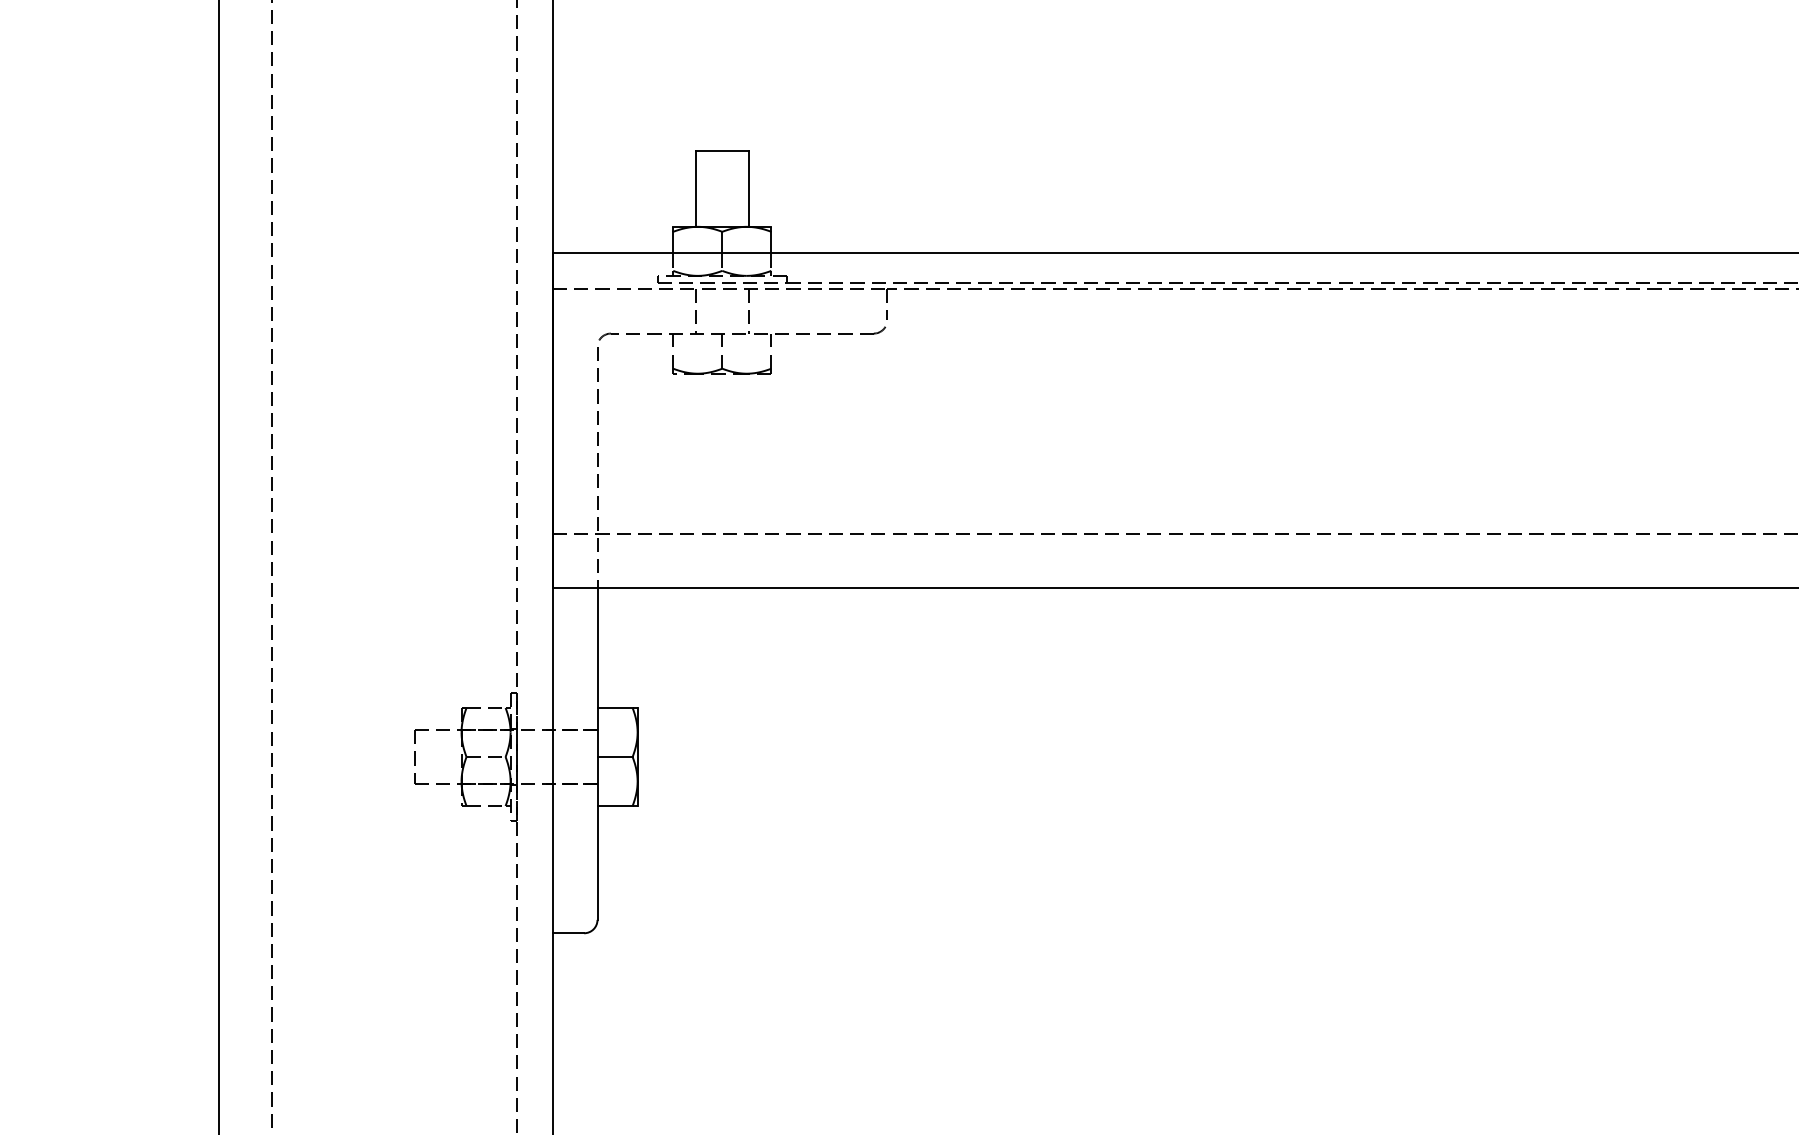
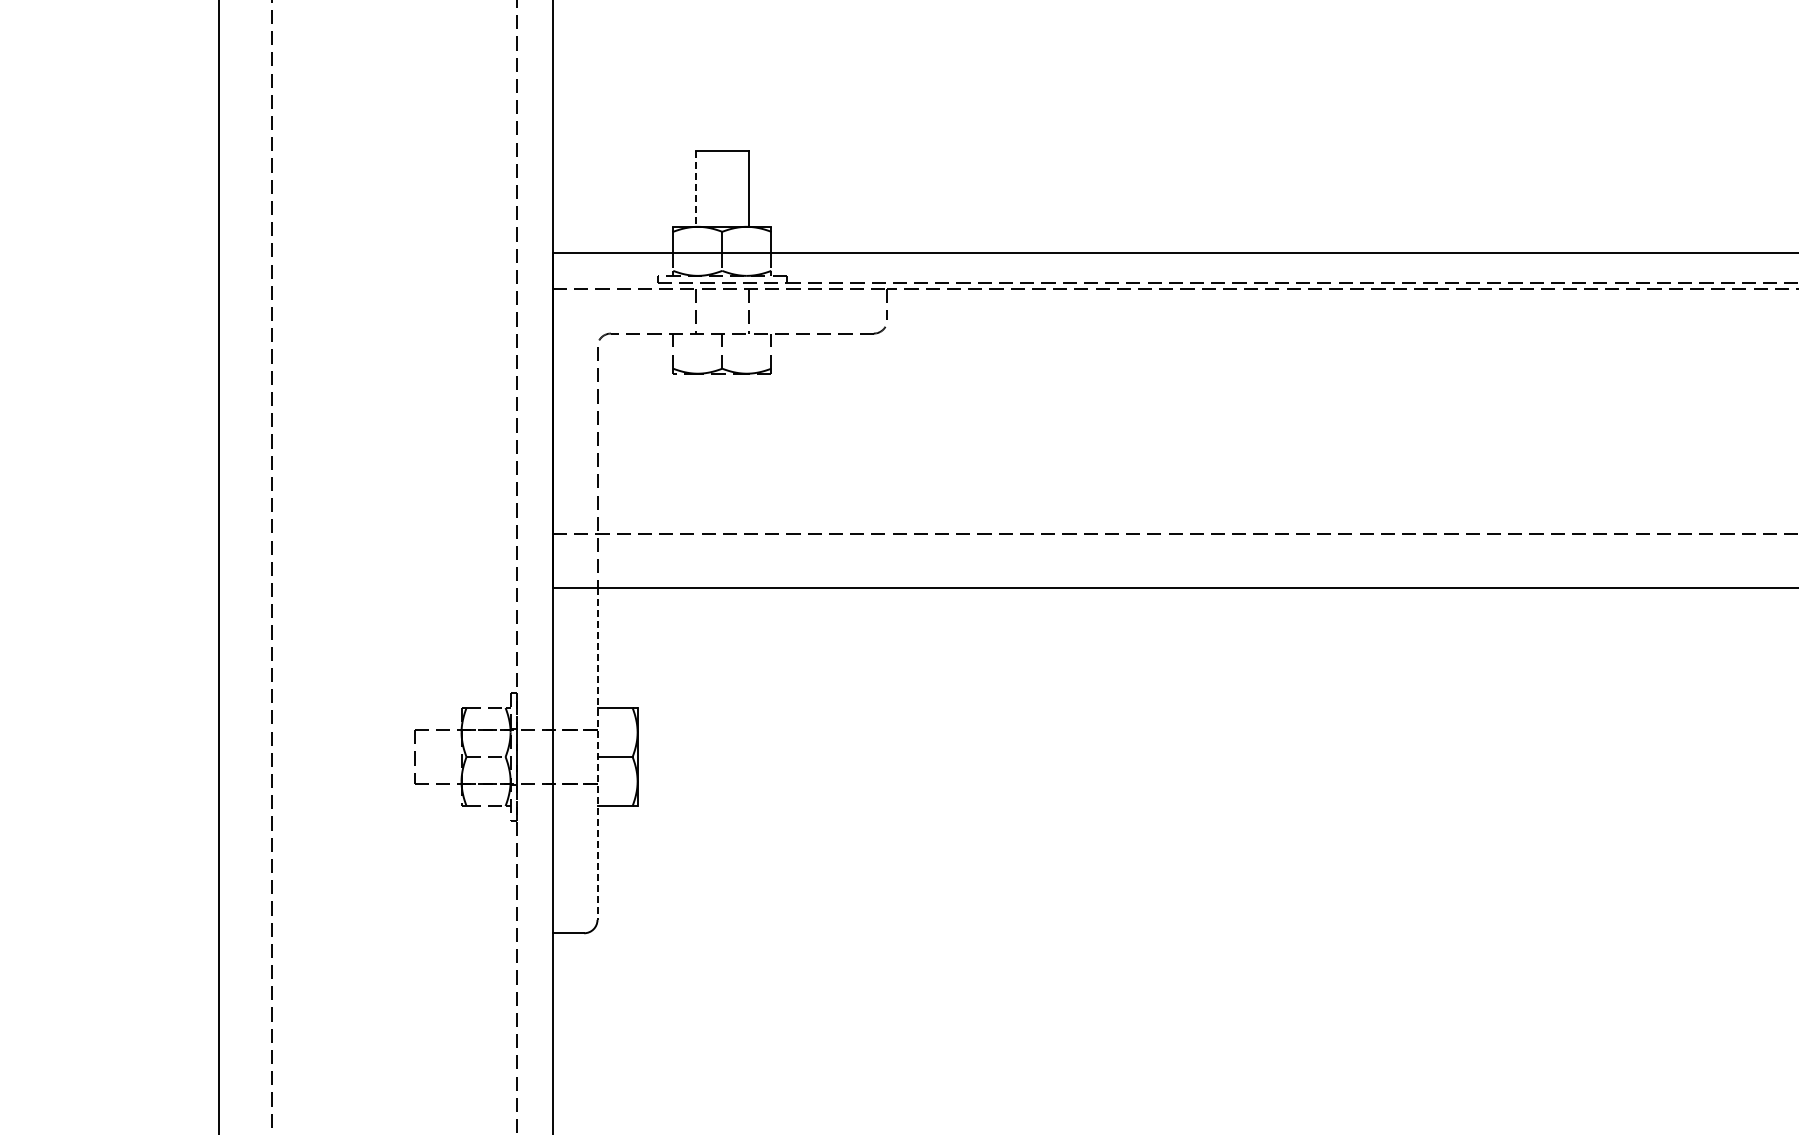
line at (695, 188): solid -> dashed
line at (597, 754): solid -> dashed
